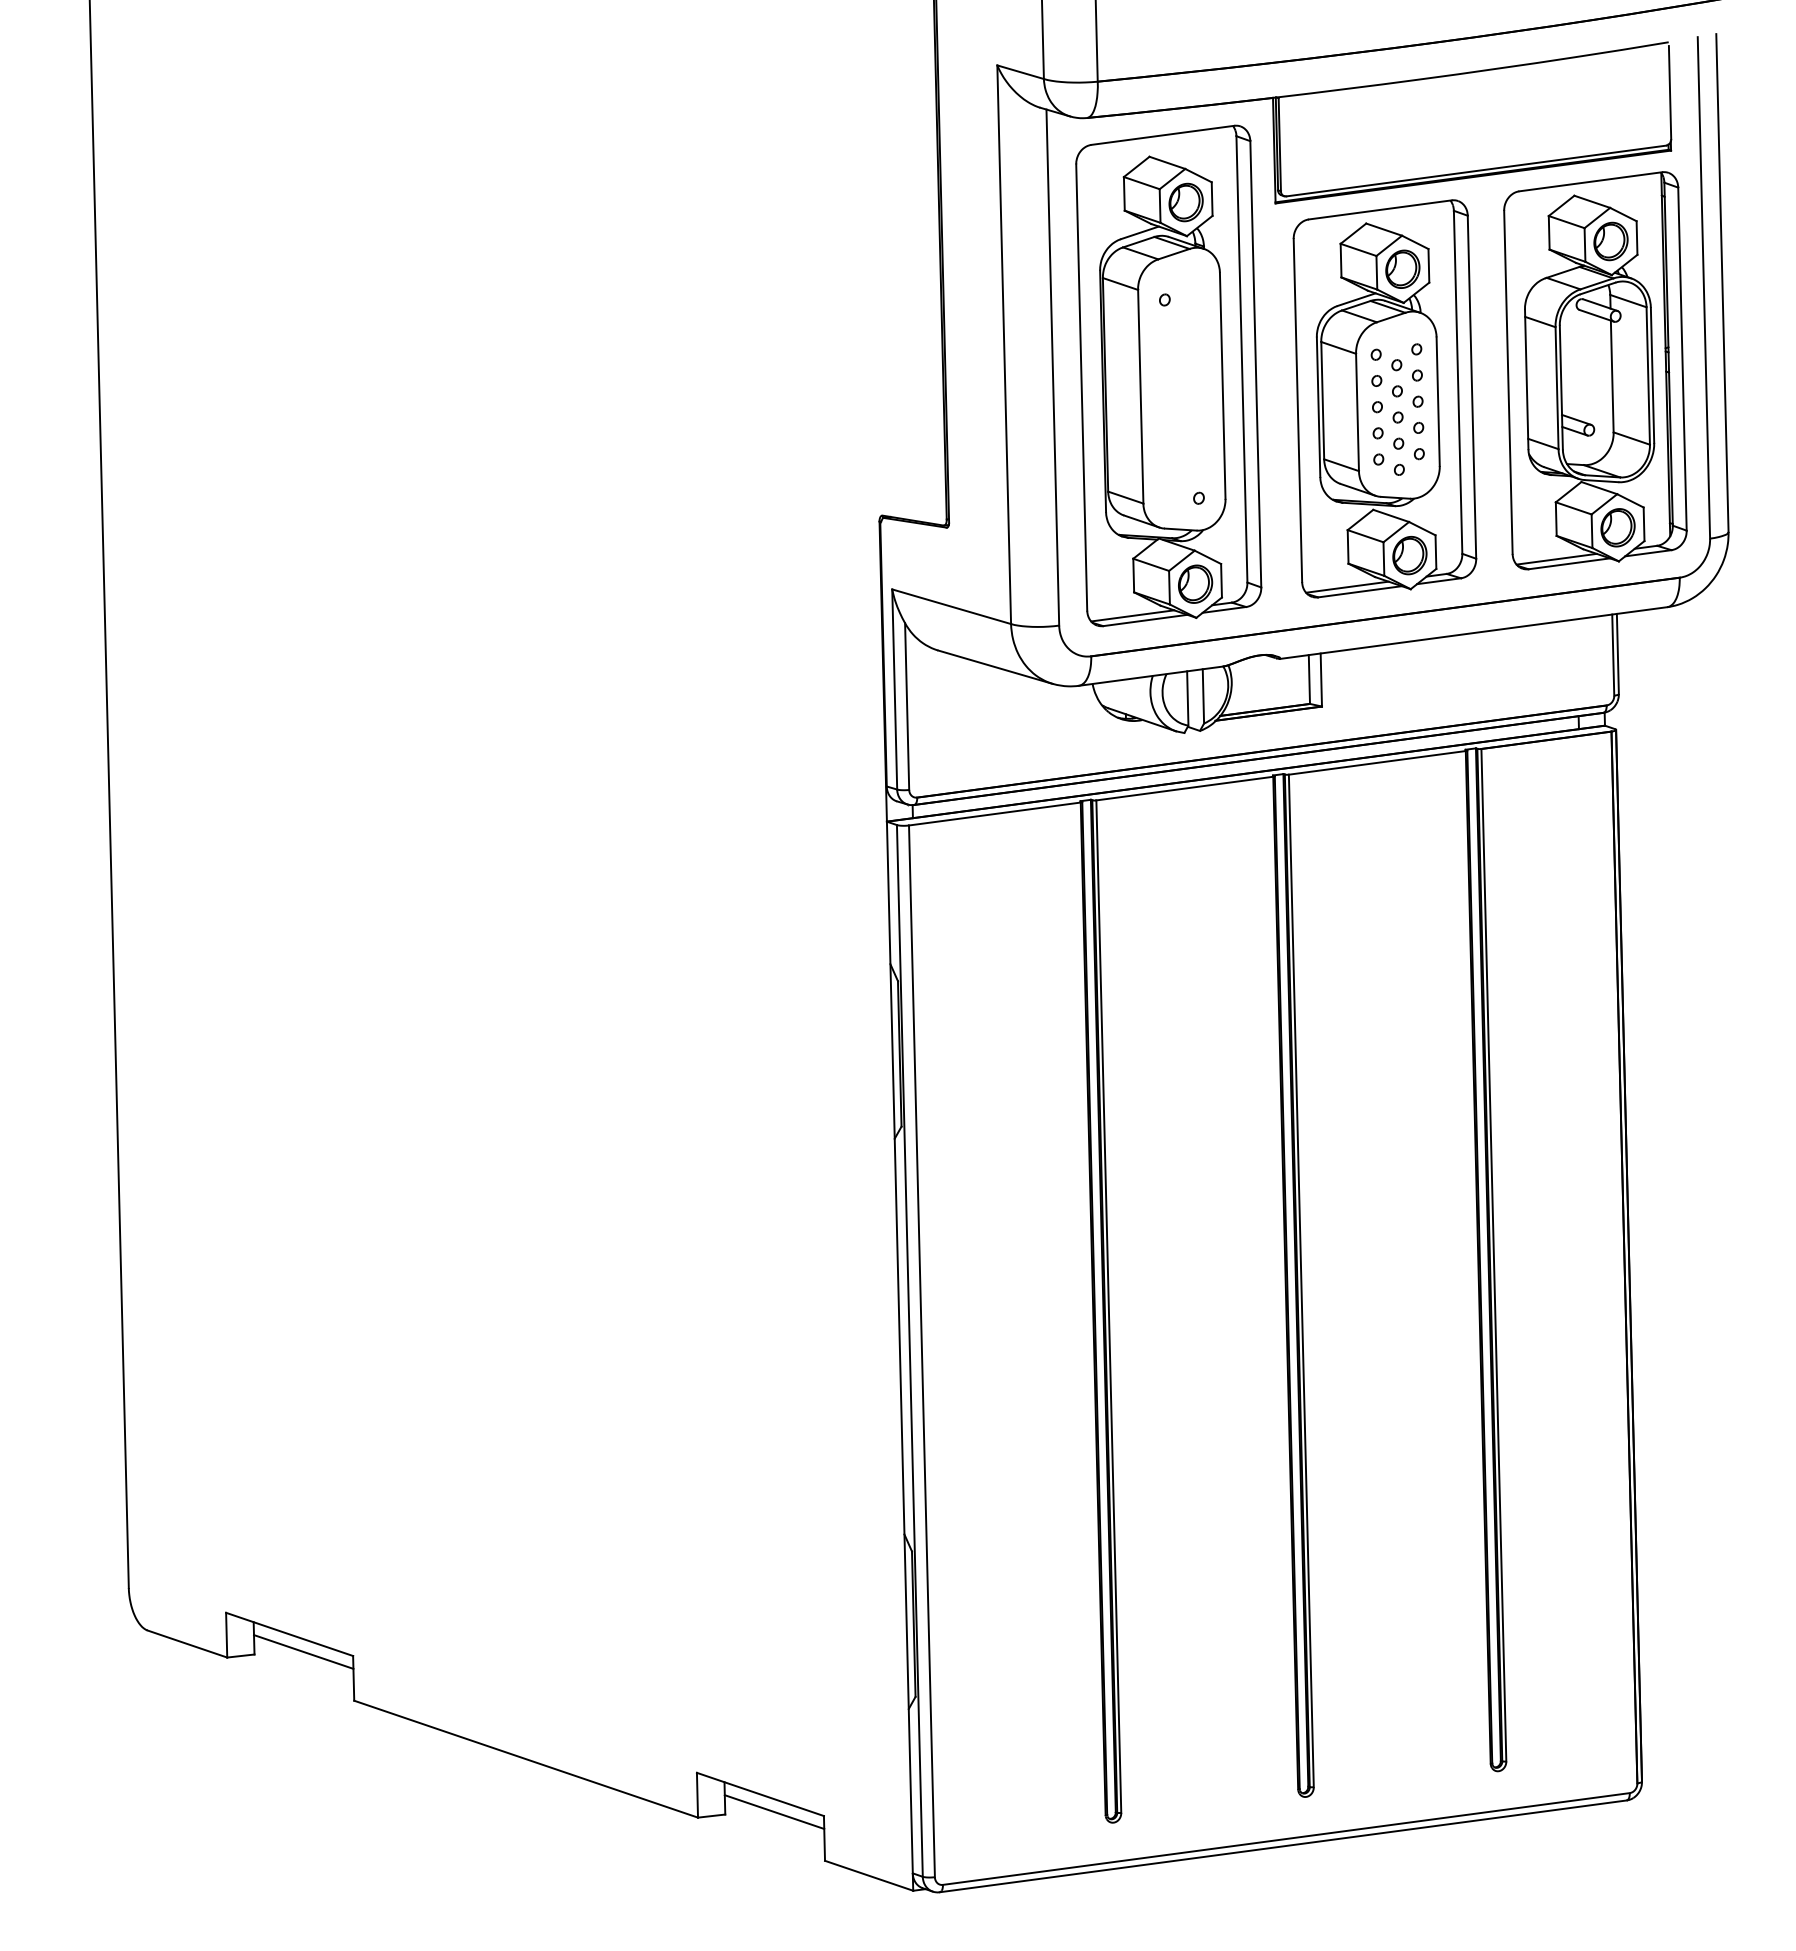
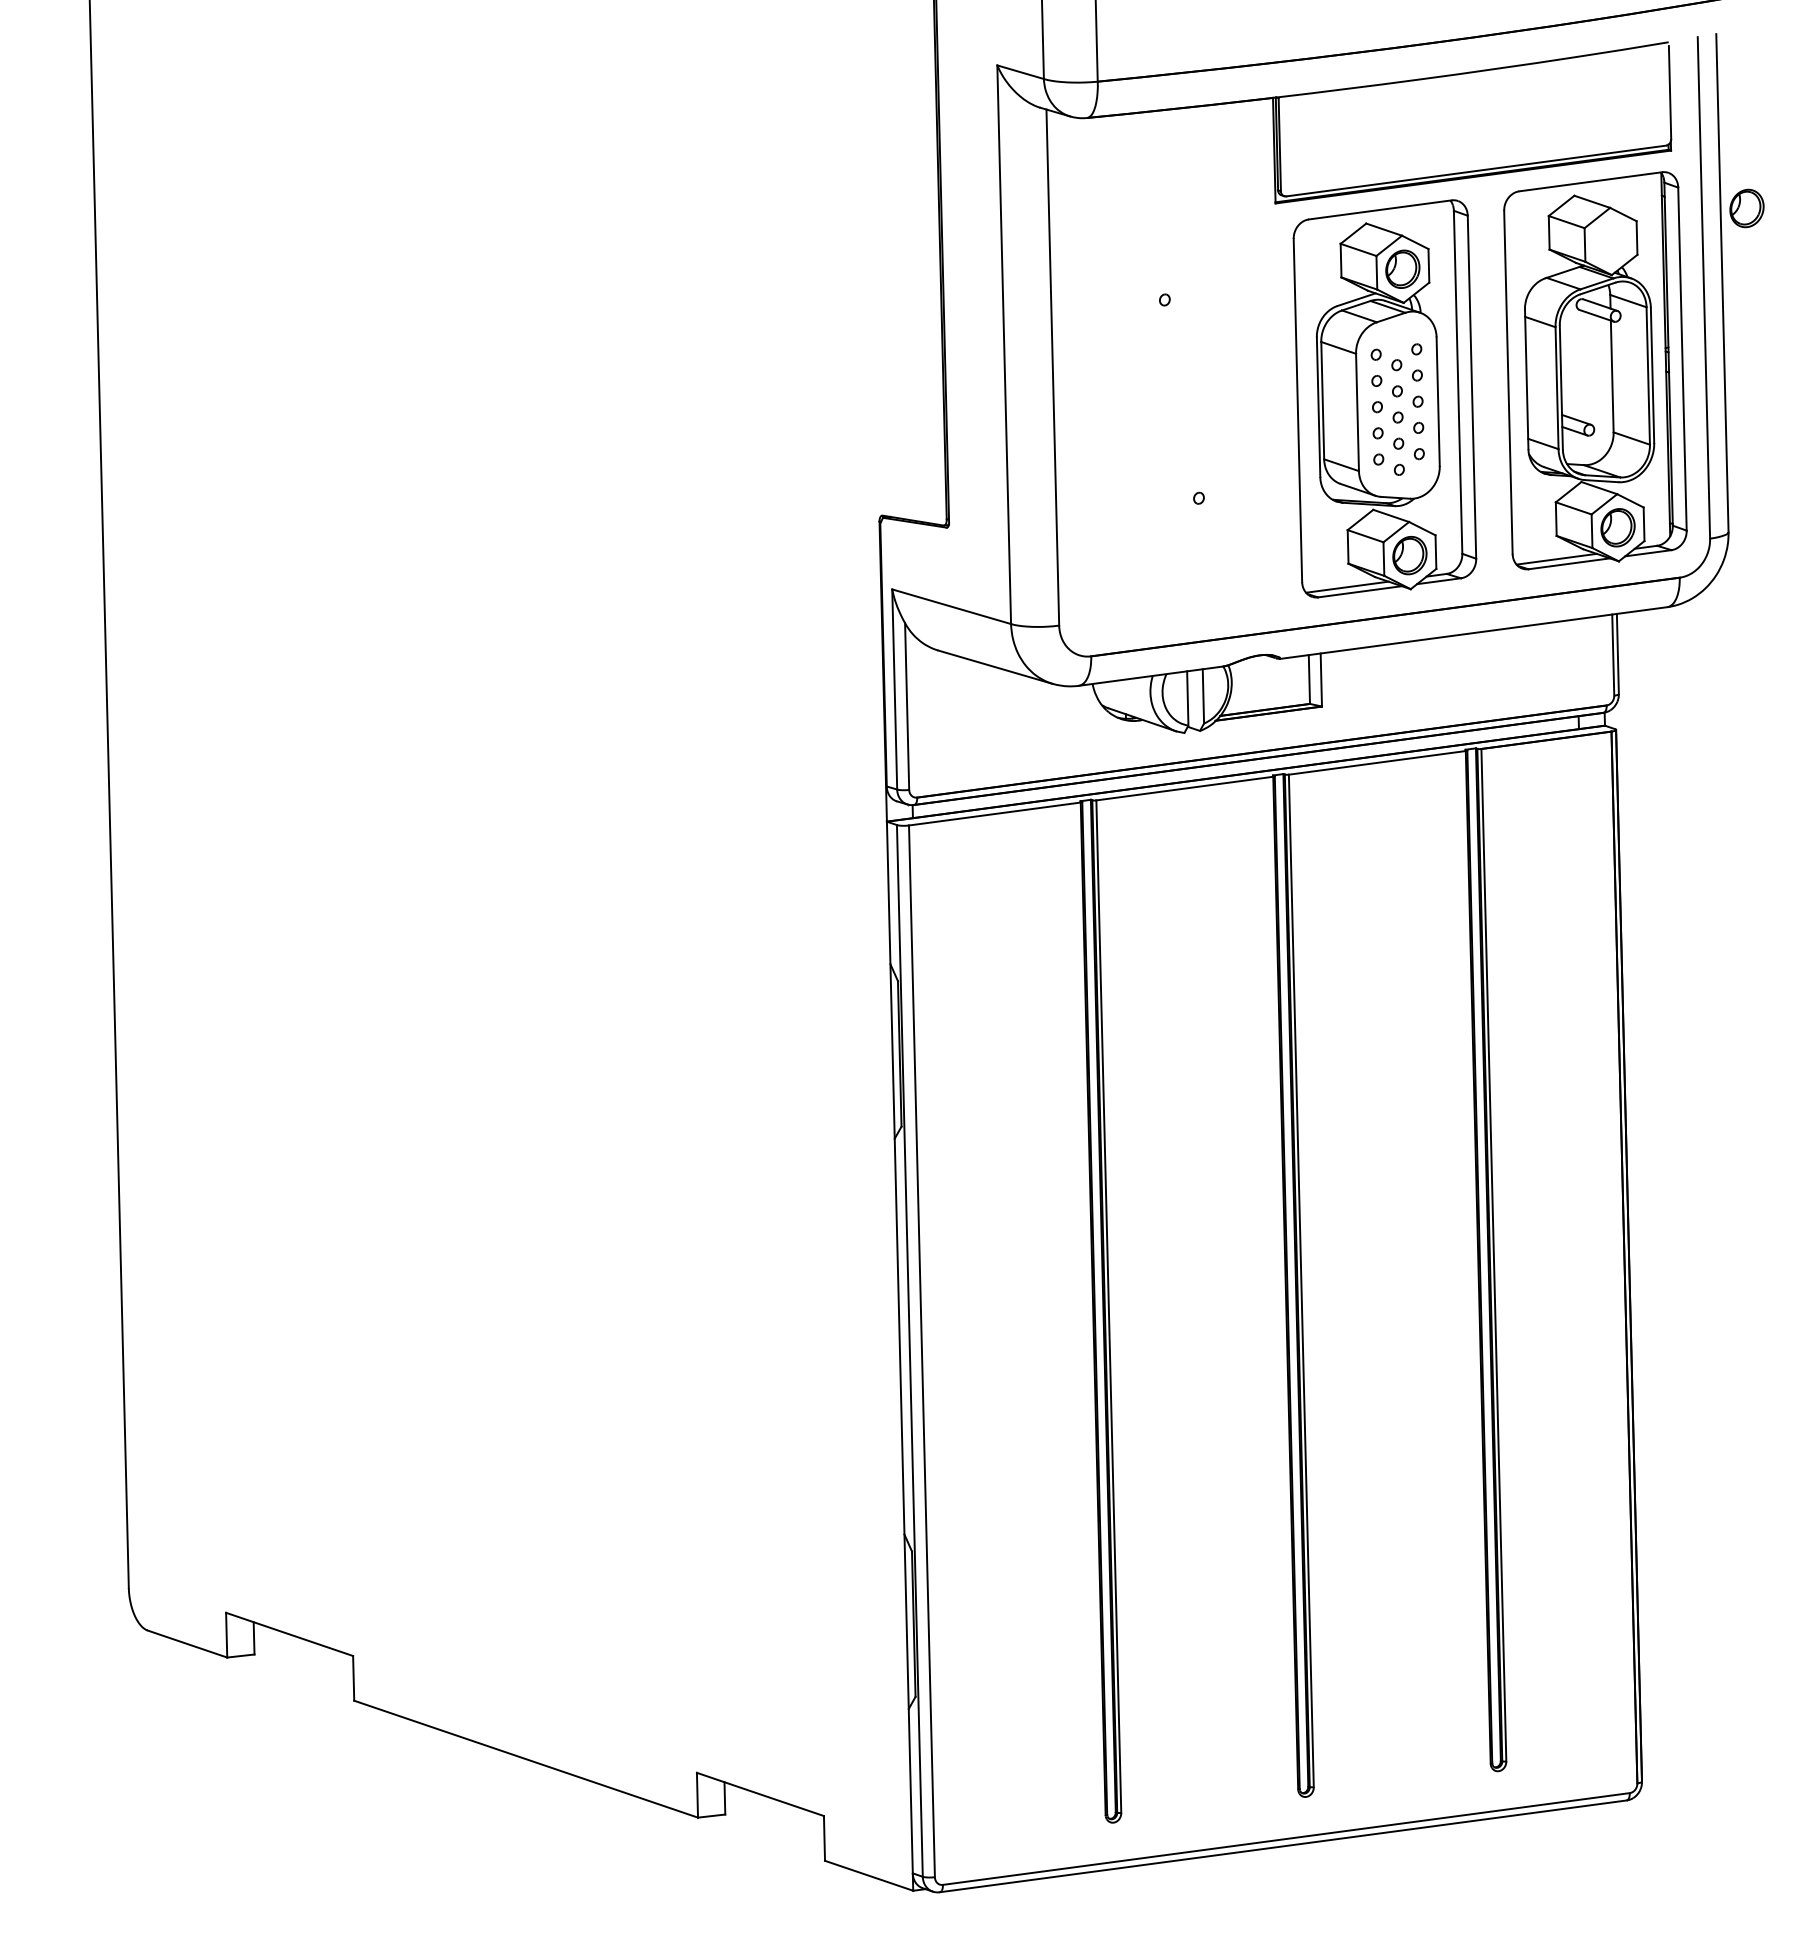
part at (1610, 241) position: (1610, 241) -> (1746, 208)
part at (1168, 375): present -> none
line at (303, 1651): present -> none
line at (774, 1811): present -> none
